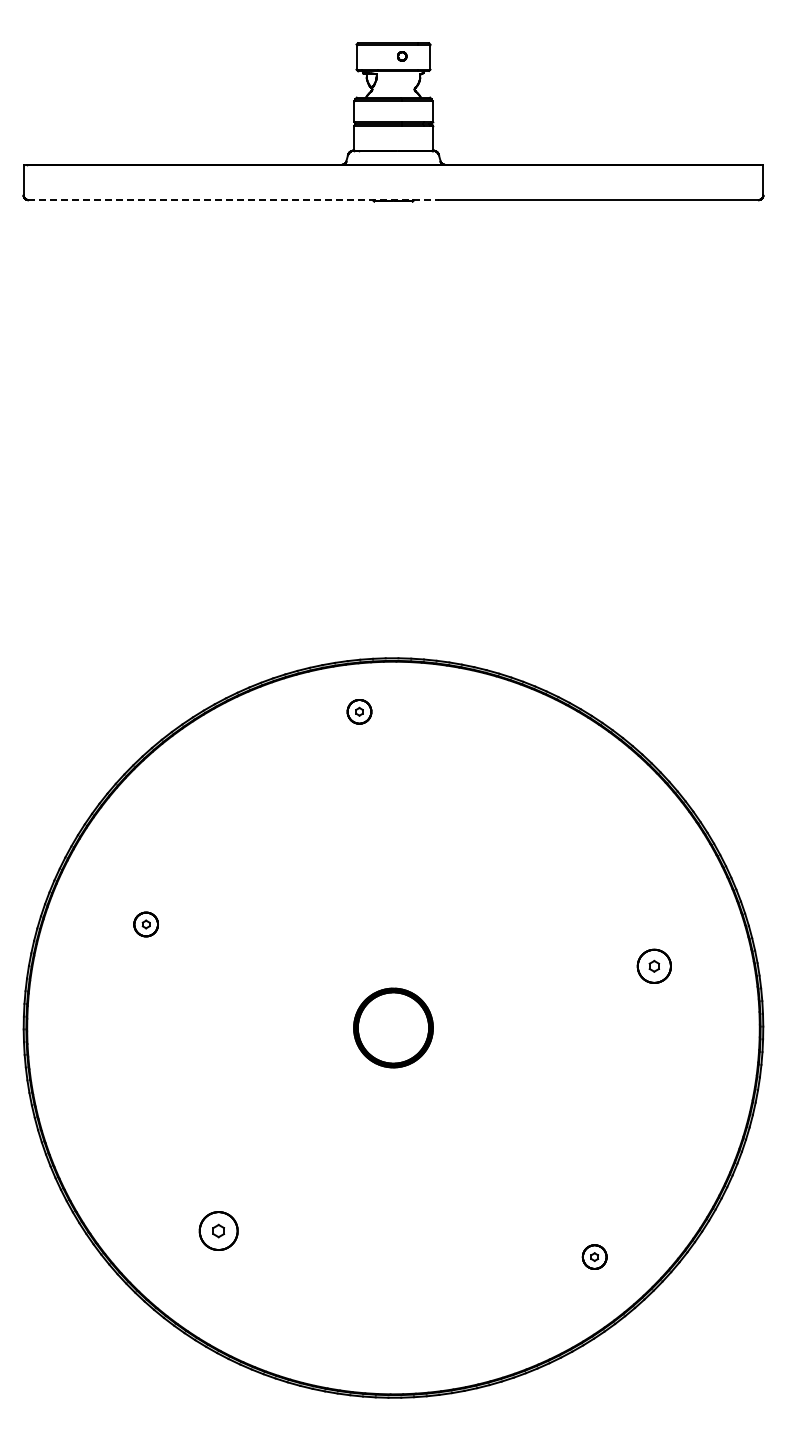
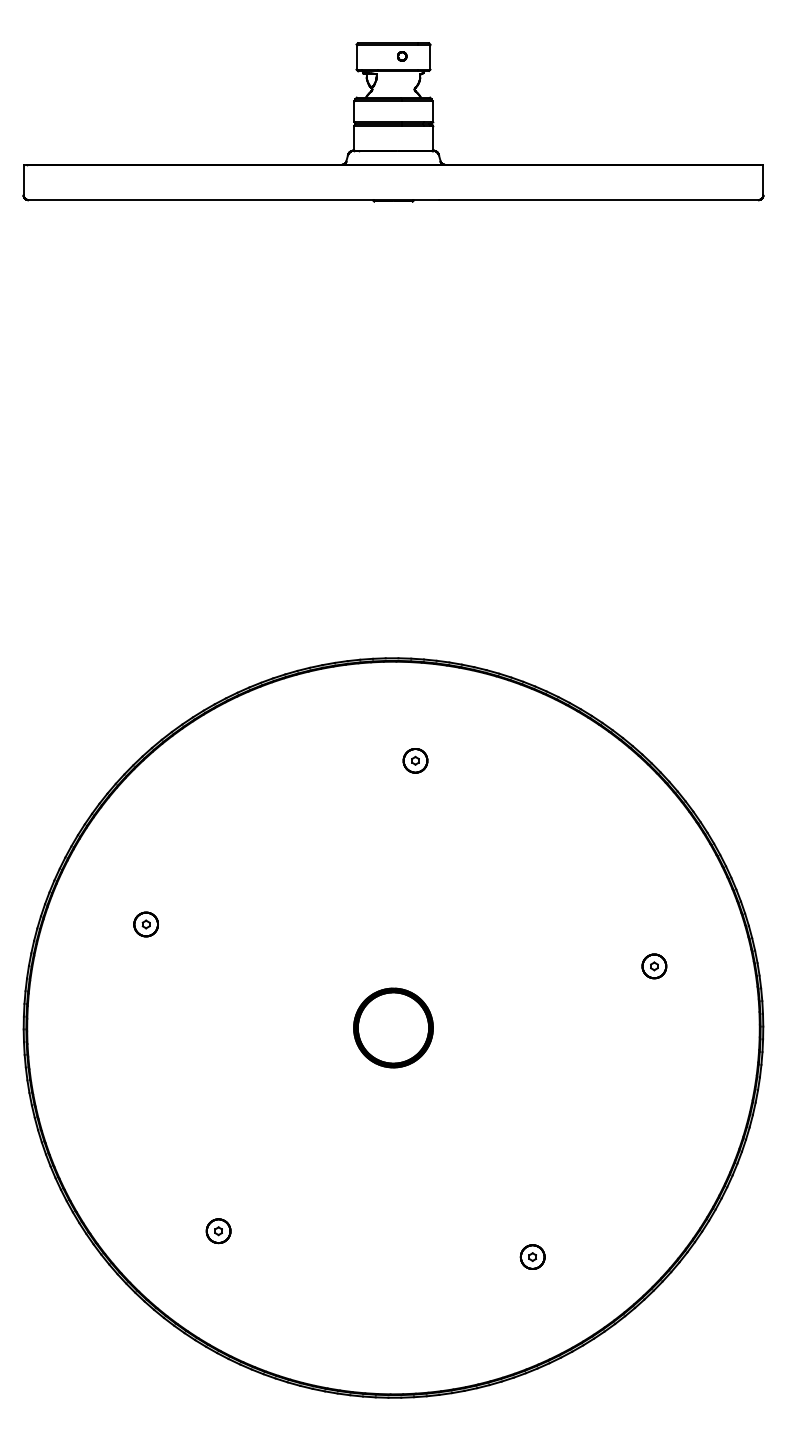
line at (234, 200): dashed -> solid
part at (359, 711) position: (359, 711) -> (415, 760)
part at (653, 965) size: 36x36 px -> 27x27 px
part at (218, 1230) size: 41x40 px -> 27x27 px
part at (594, 1256) position: (594, 1256) -> (532, 1256)
